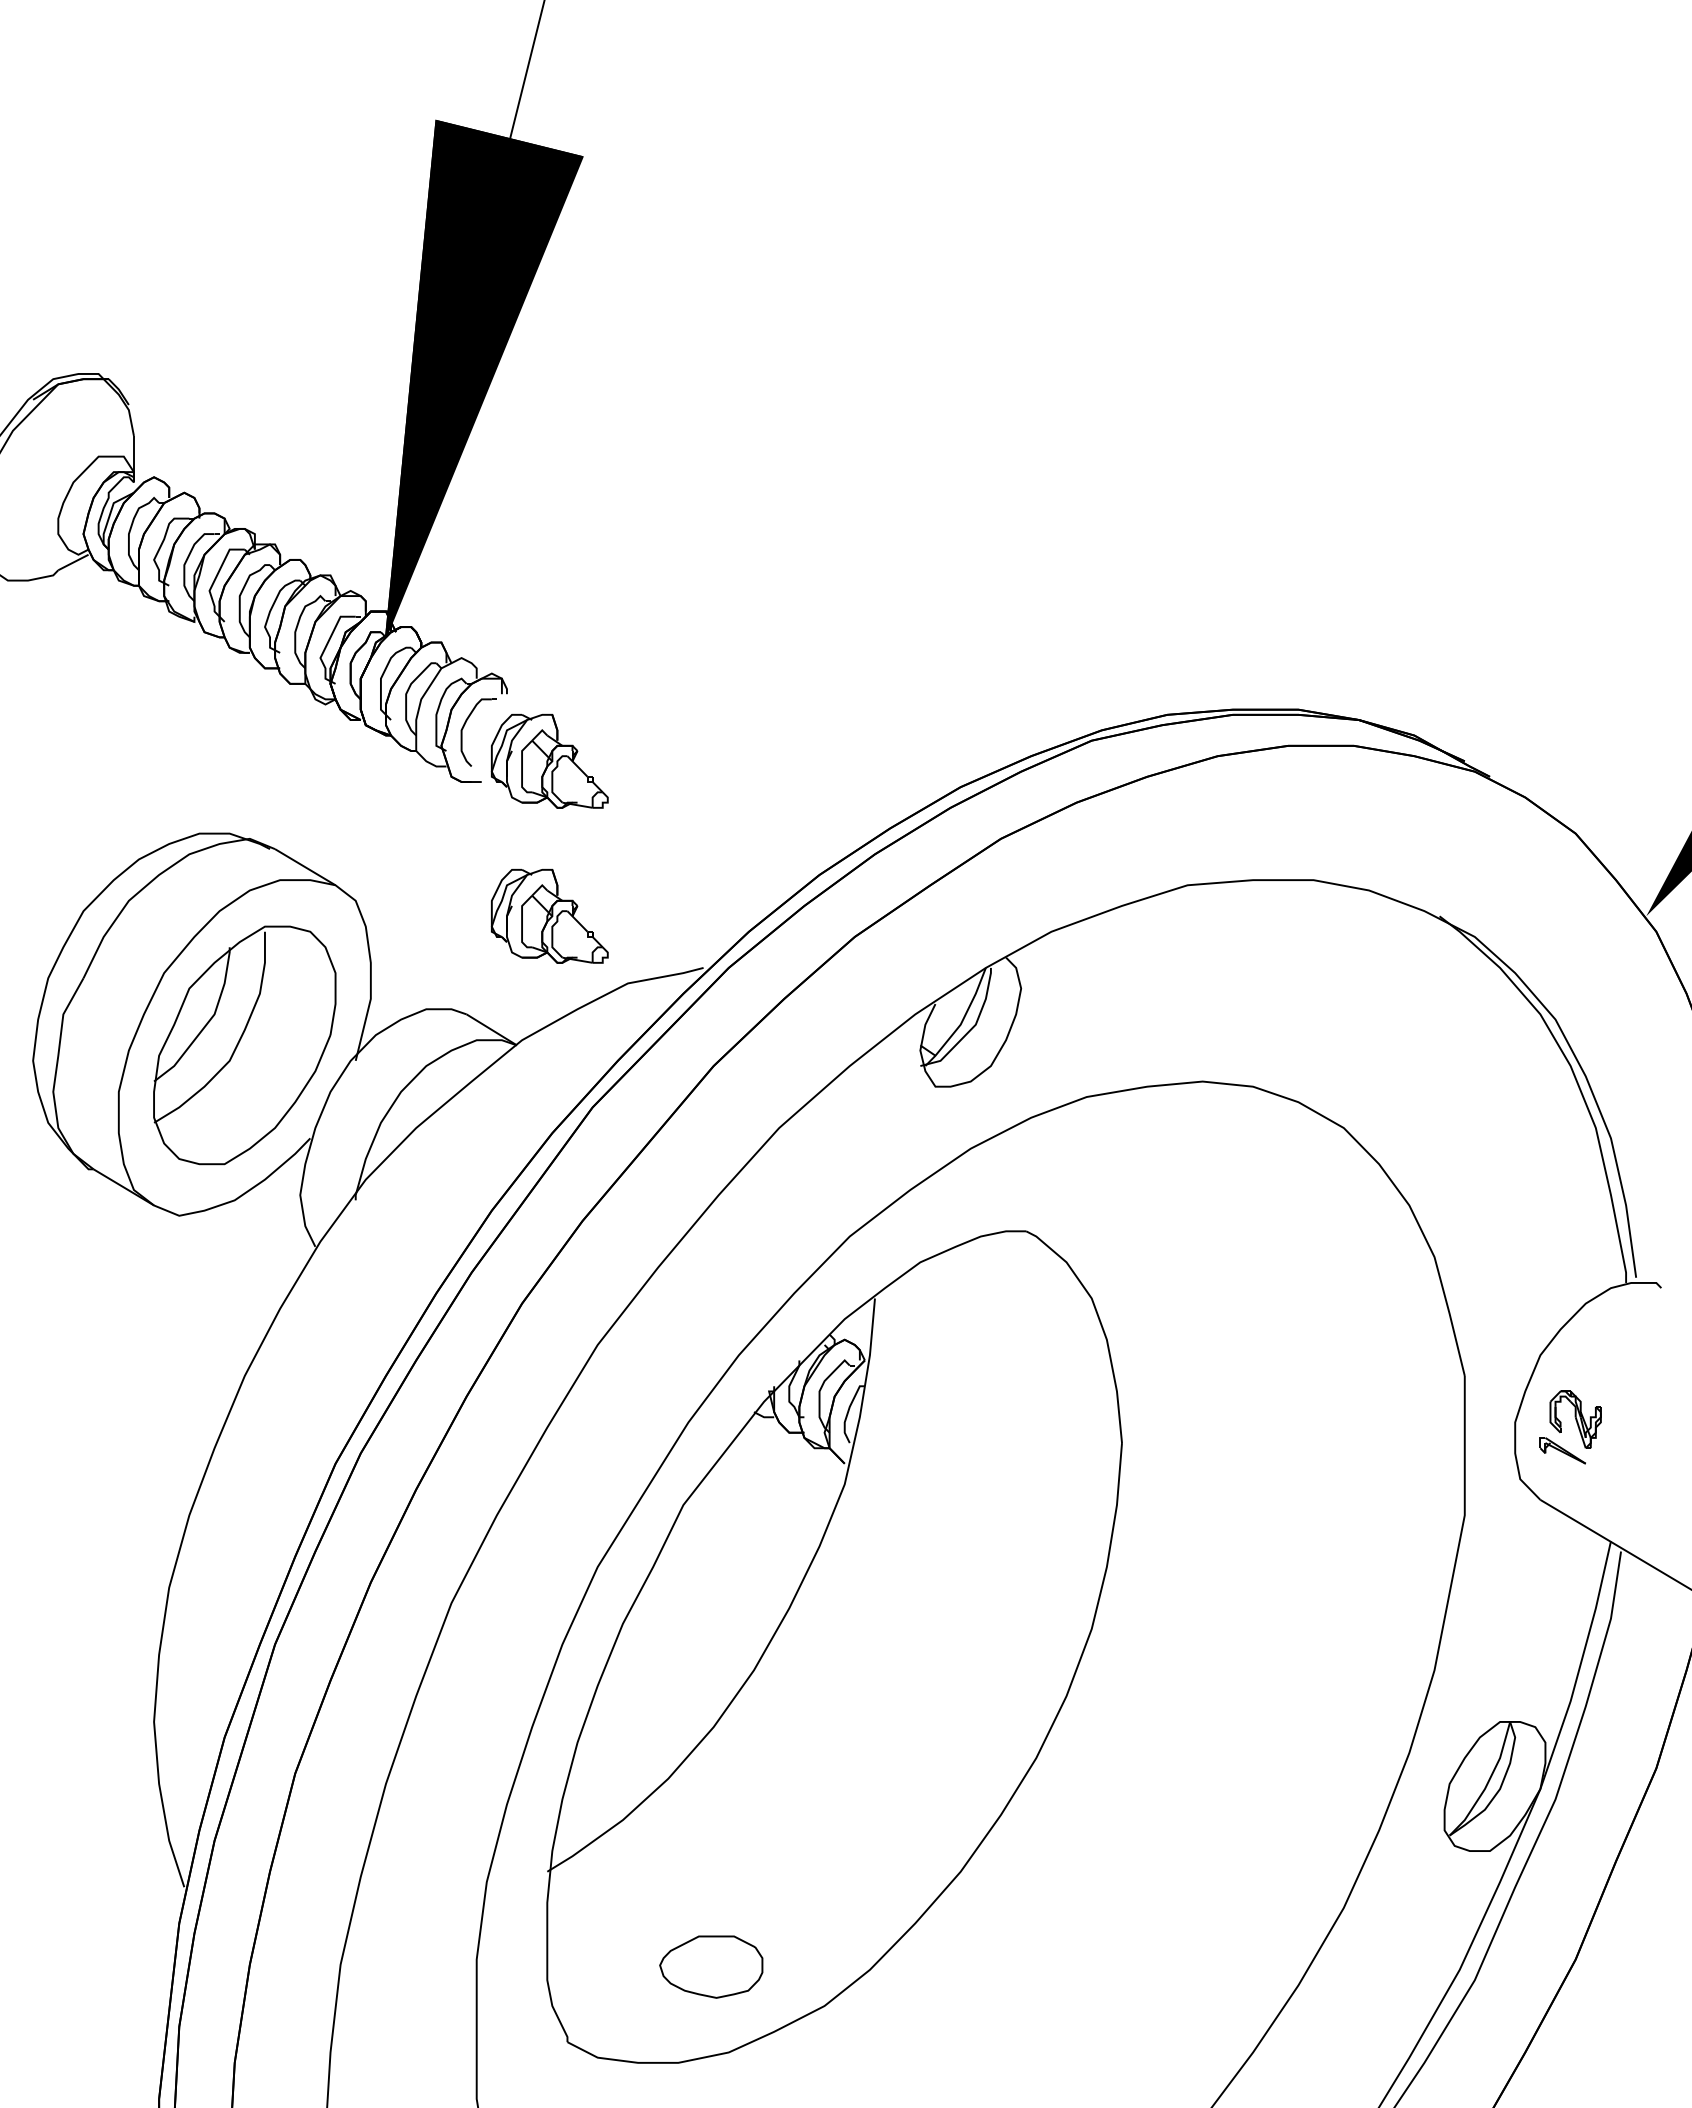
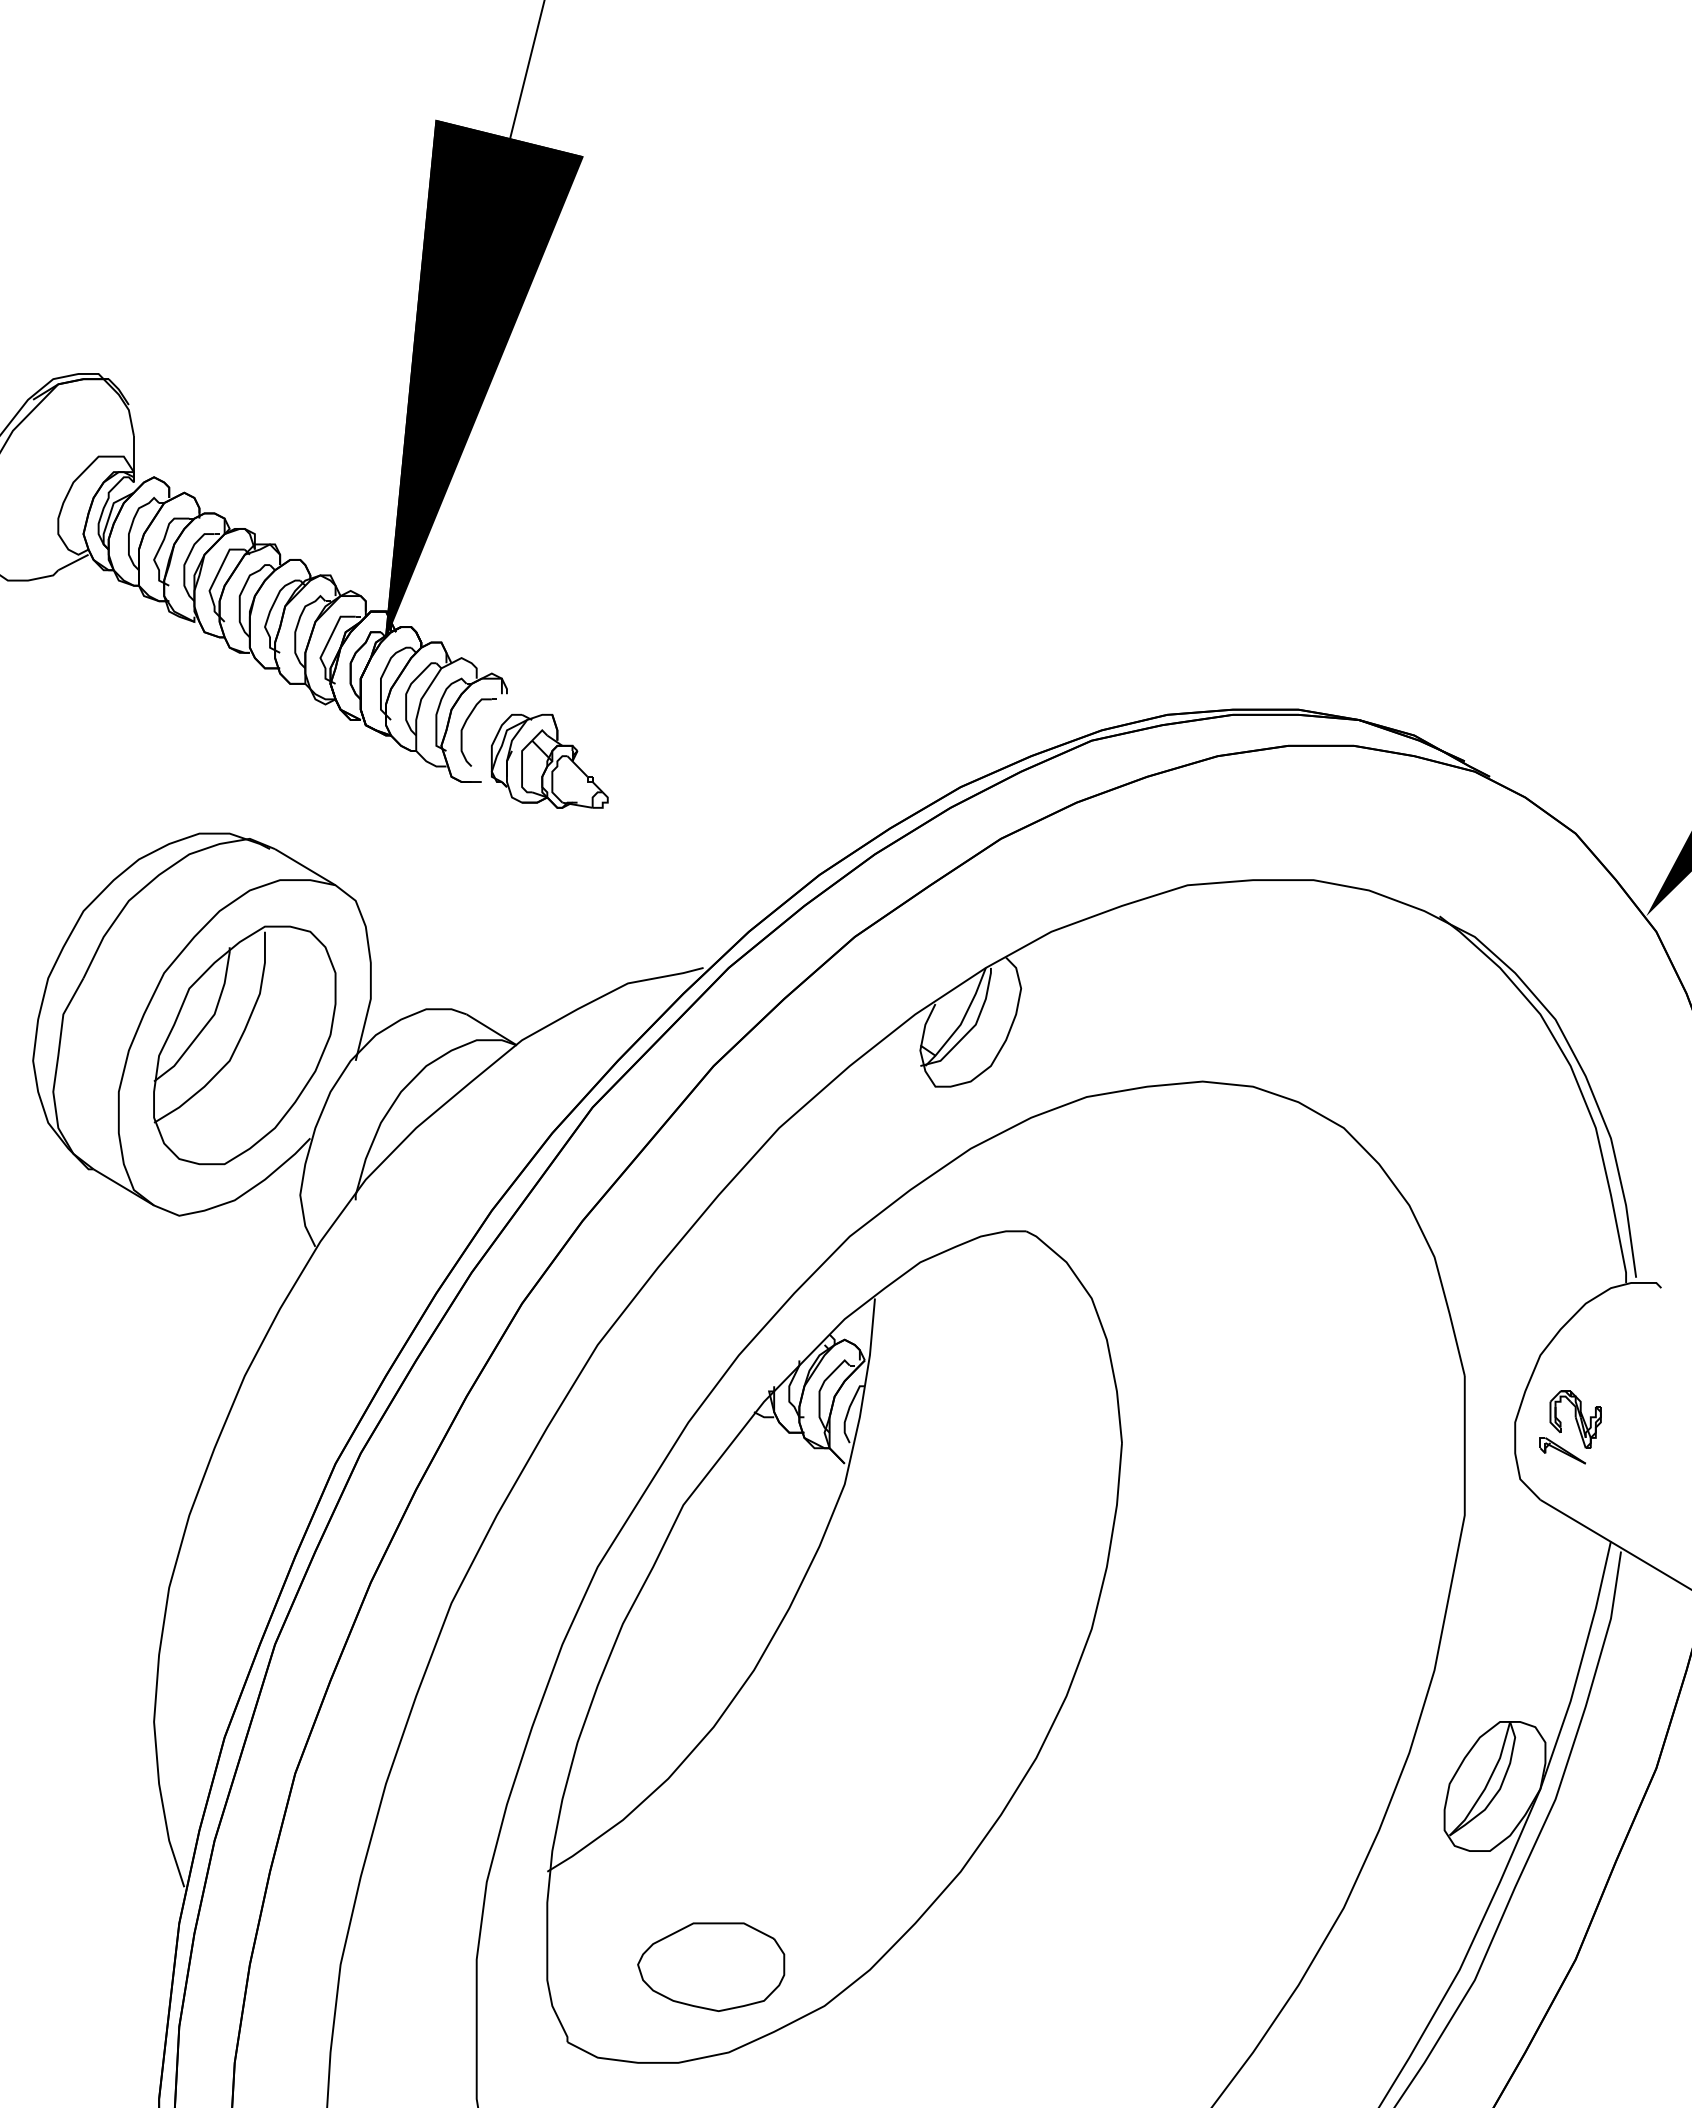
part at (549, 916): present -> none
part at (711, 1966) size: 105x64 px -> 149x90 px
